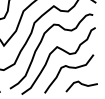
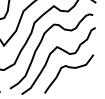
curve at (82, 85): present -> none
